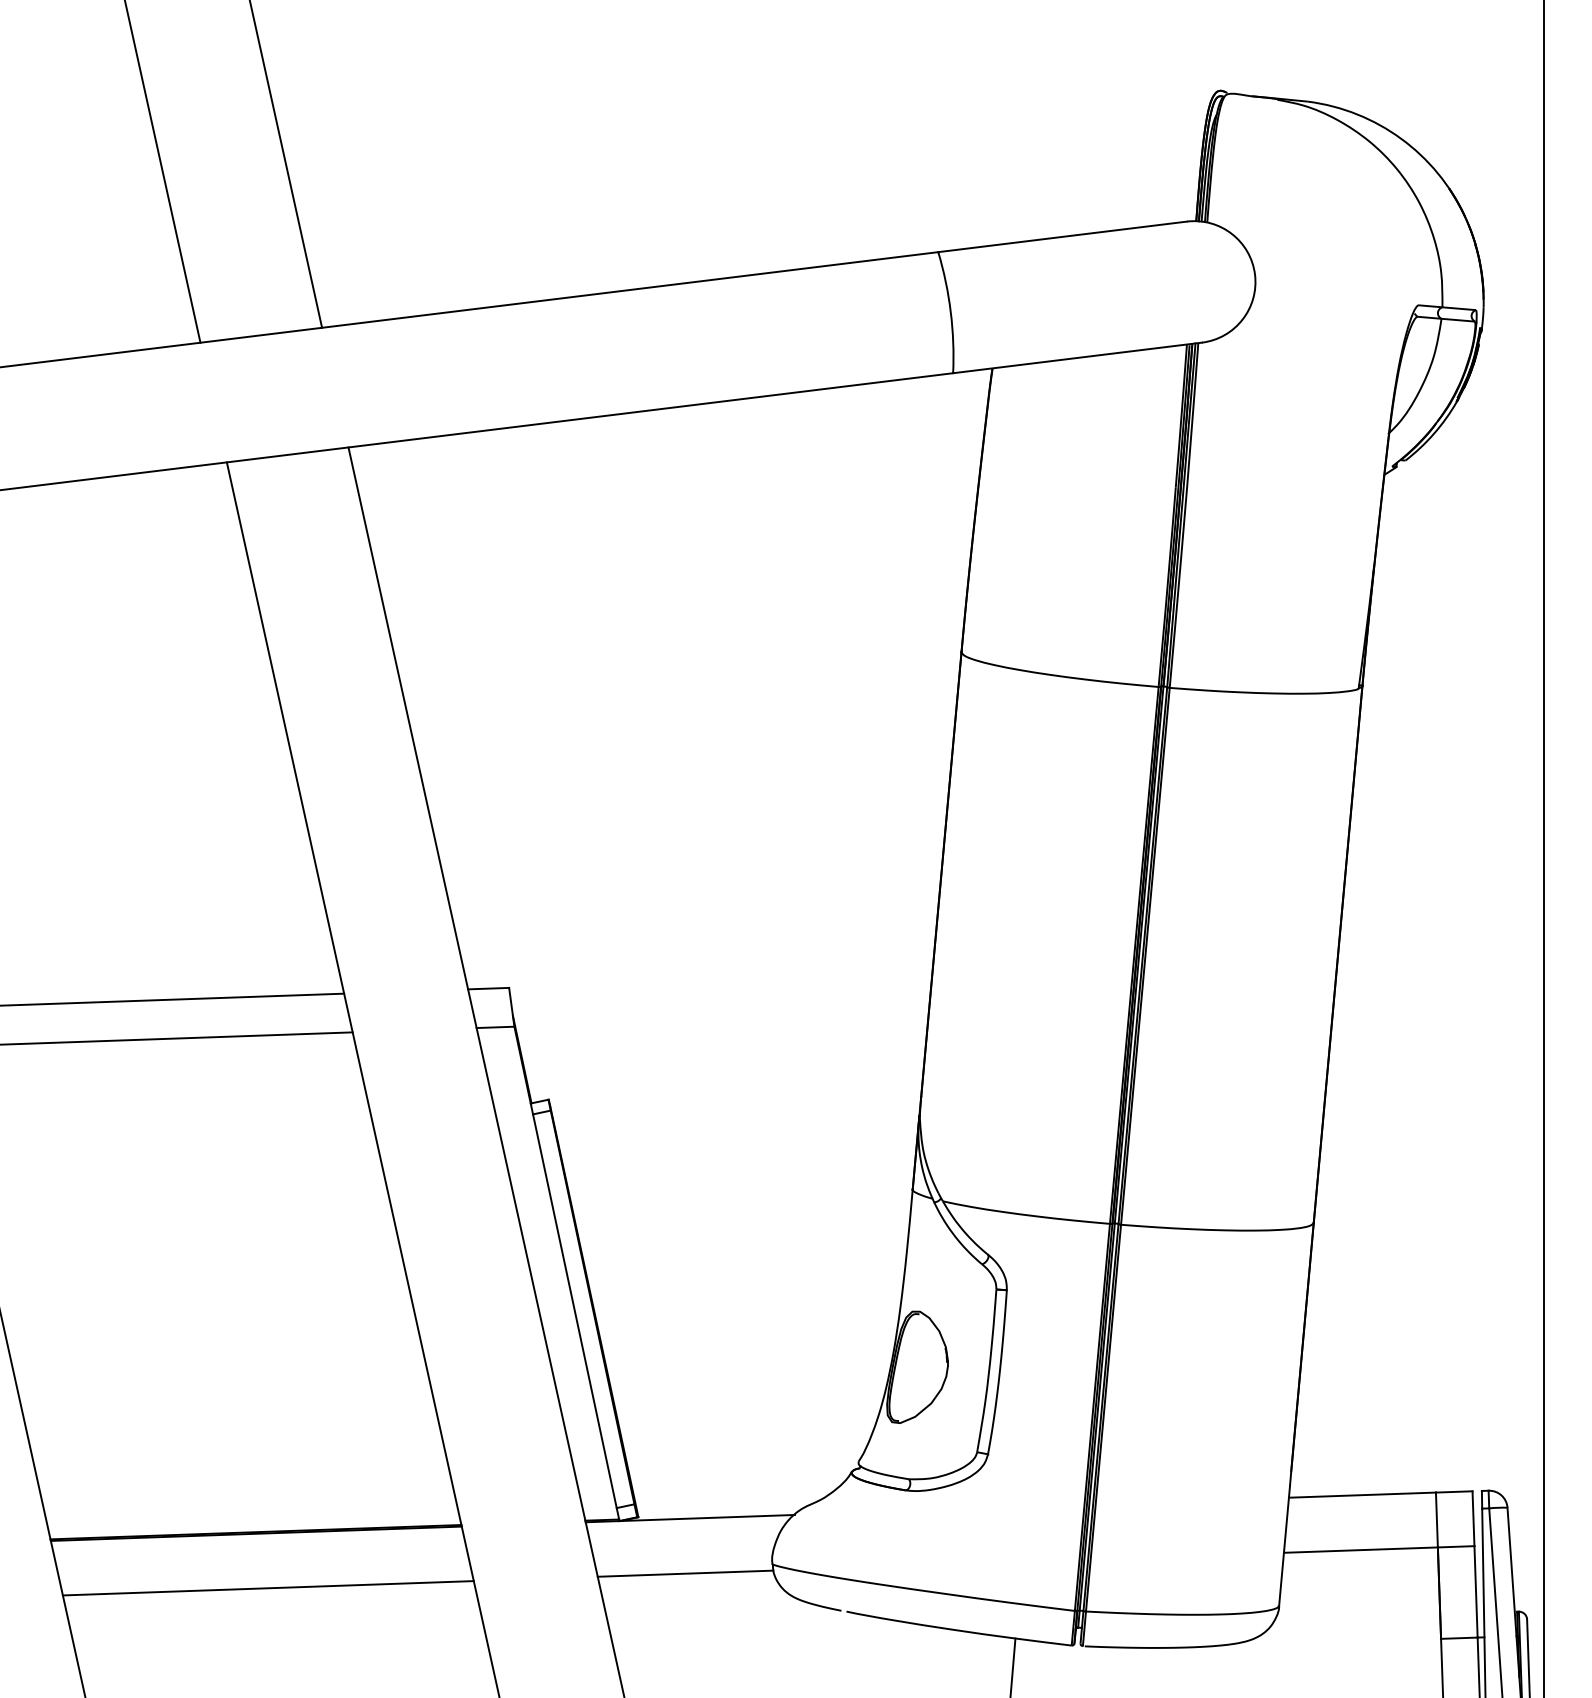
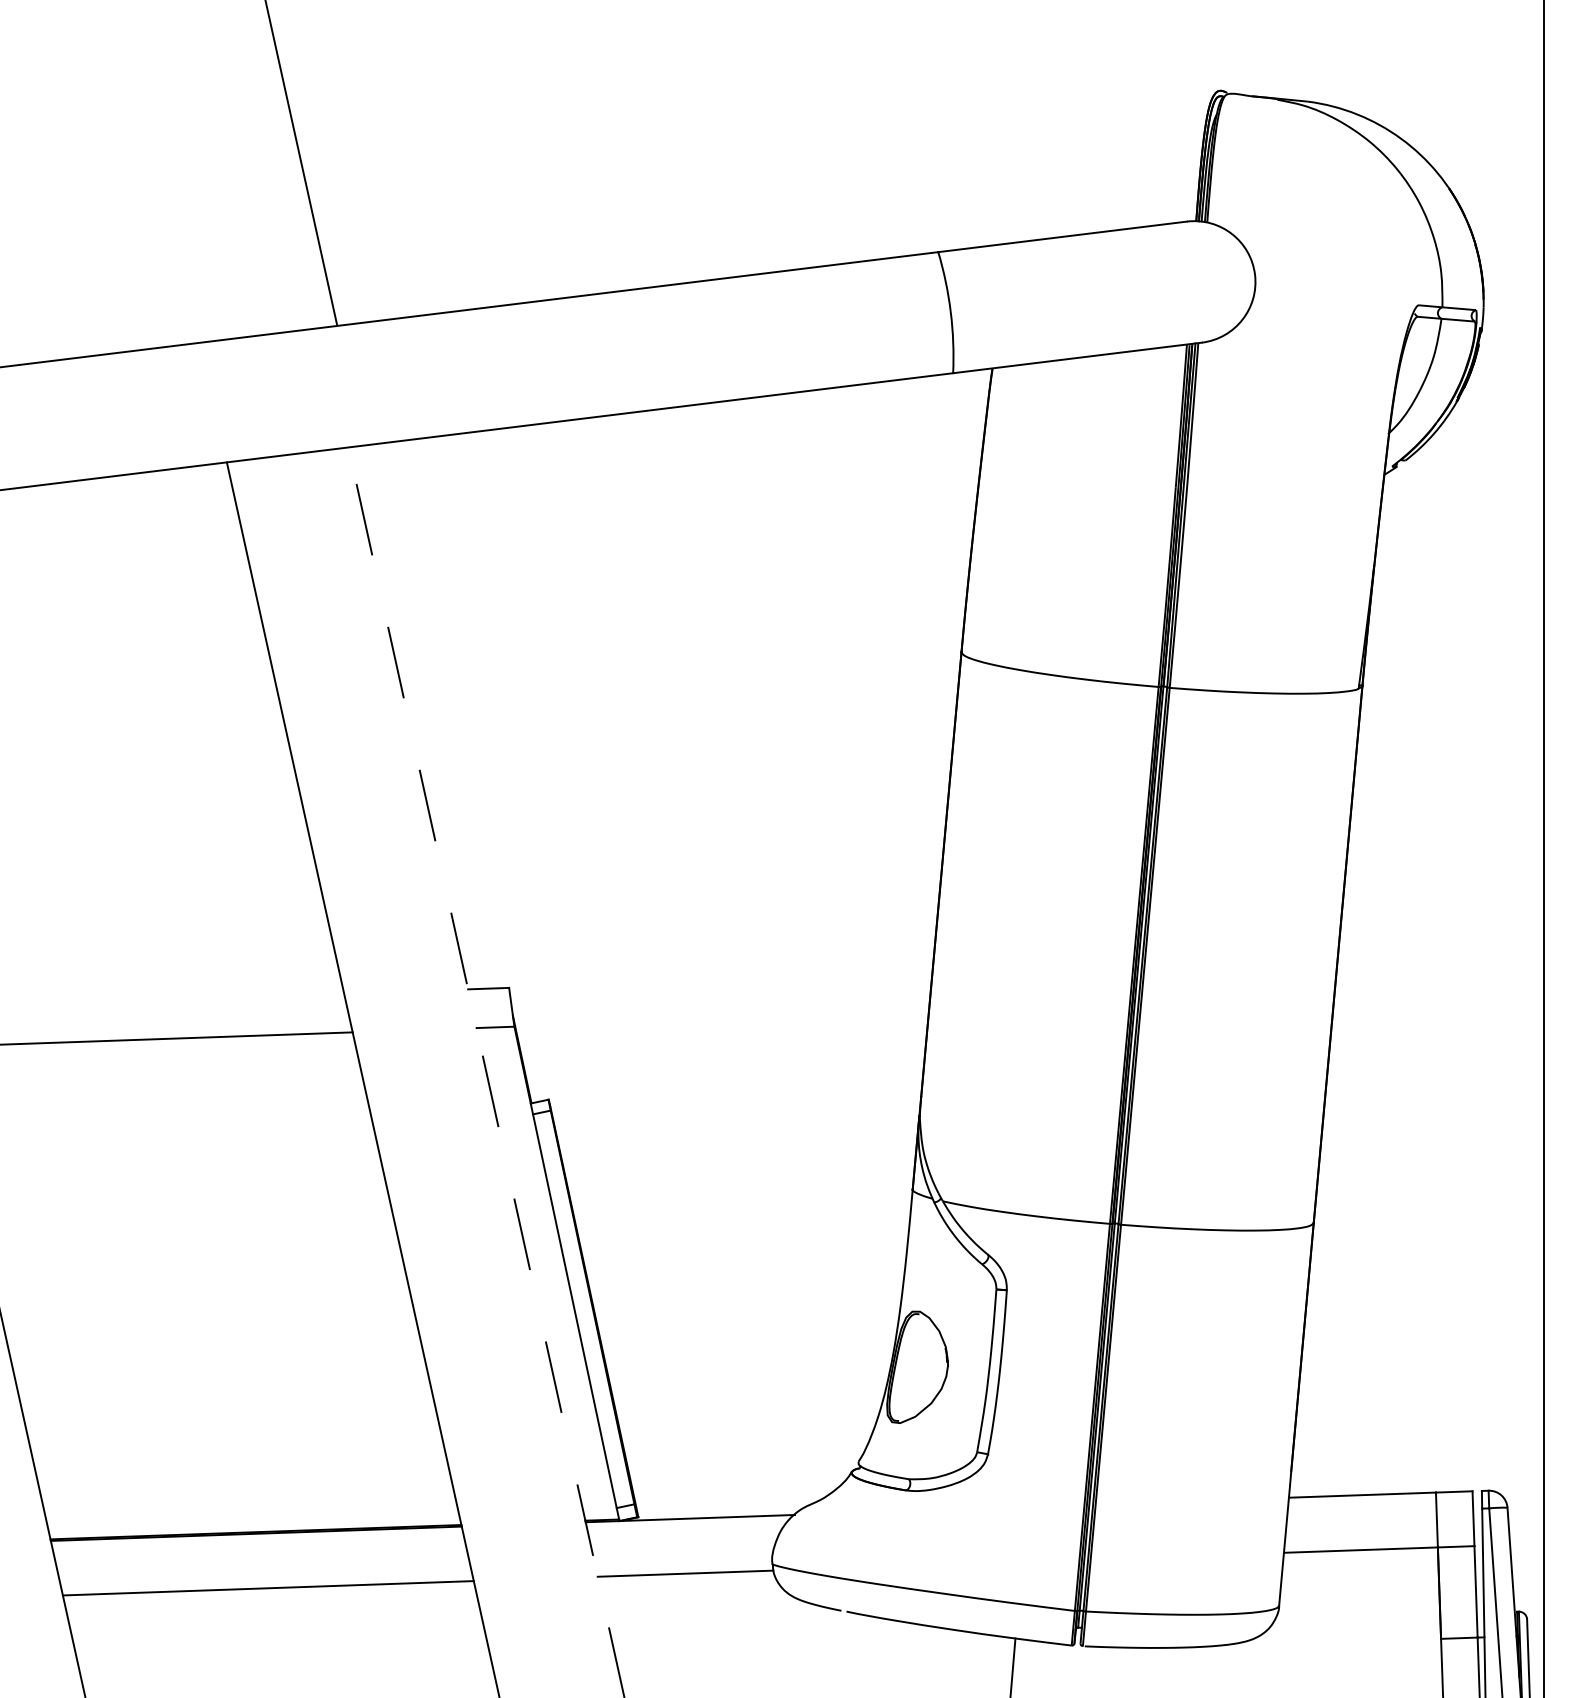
line at (286, 164) position: (286, 164) -> (301, 163)
line at (162, 172): present -> none
line at (173, 999): present -> none
line at (486, 1072): solid -> dashed
